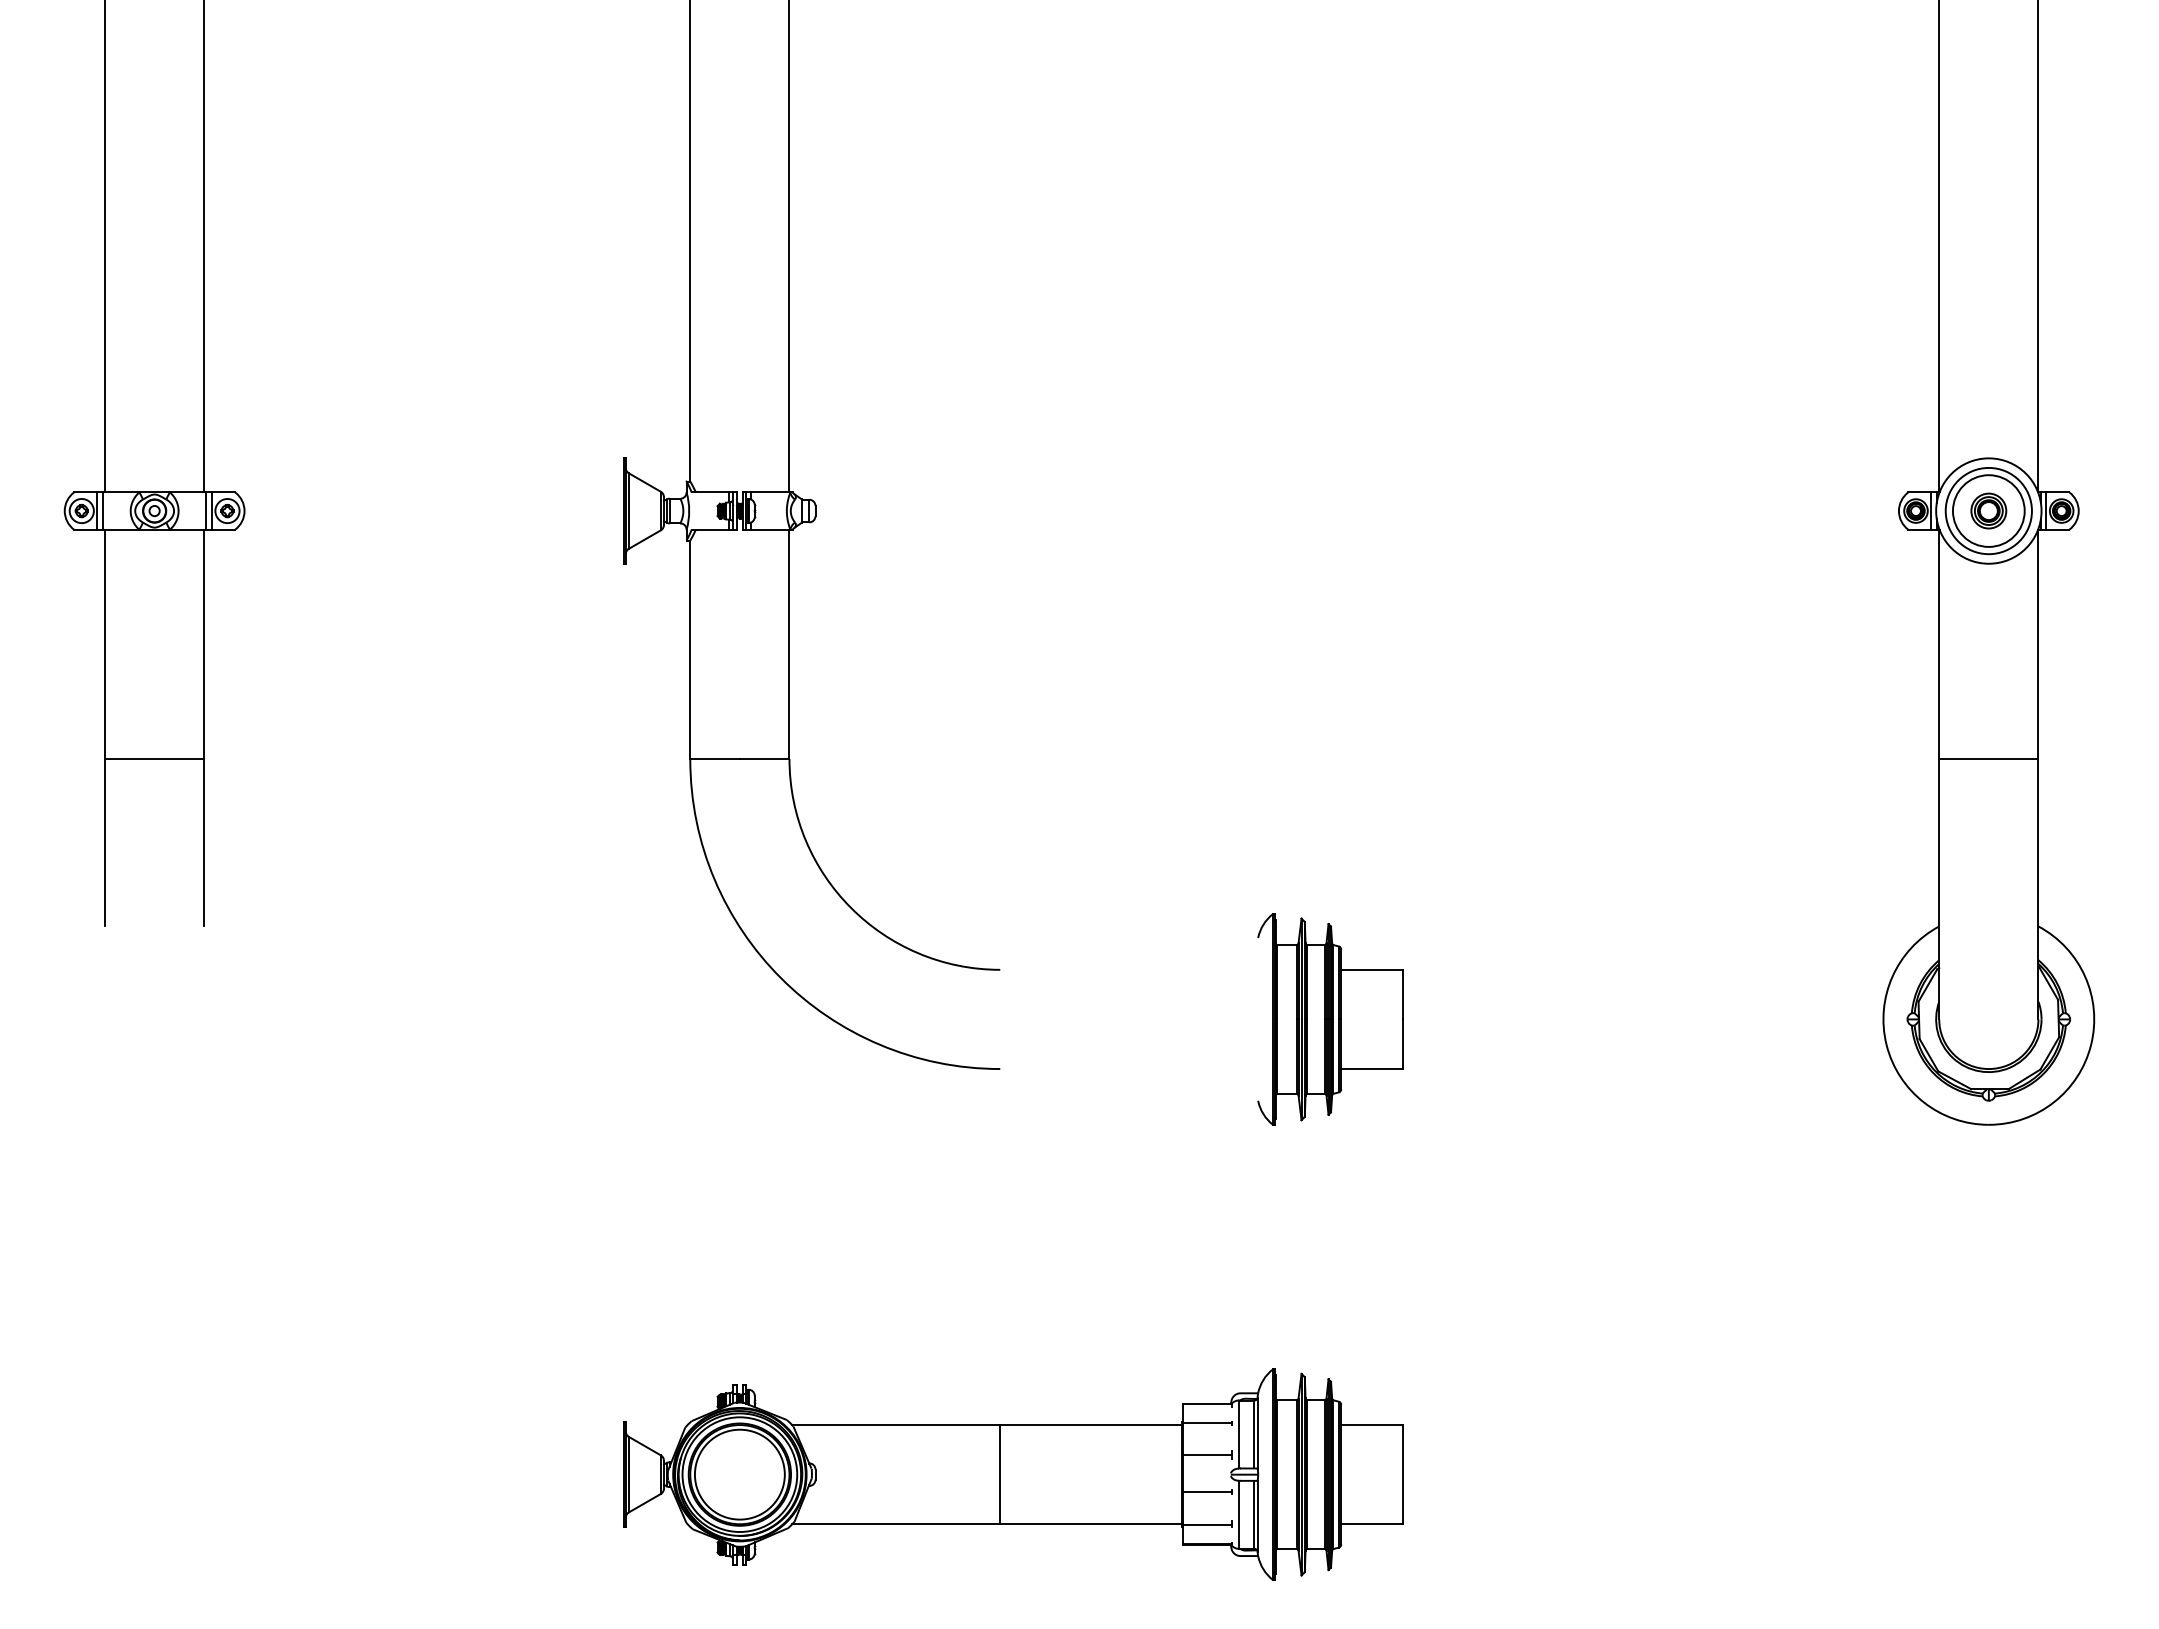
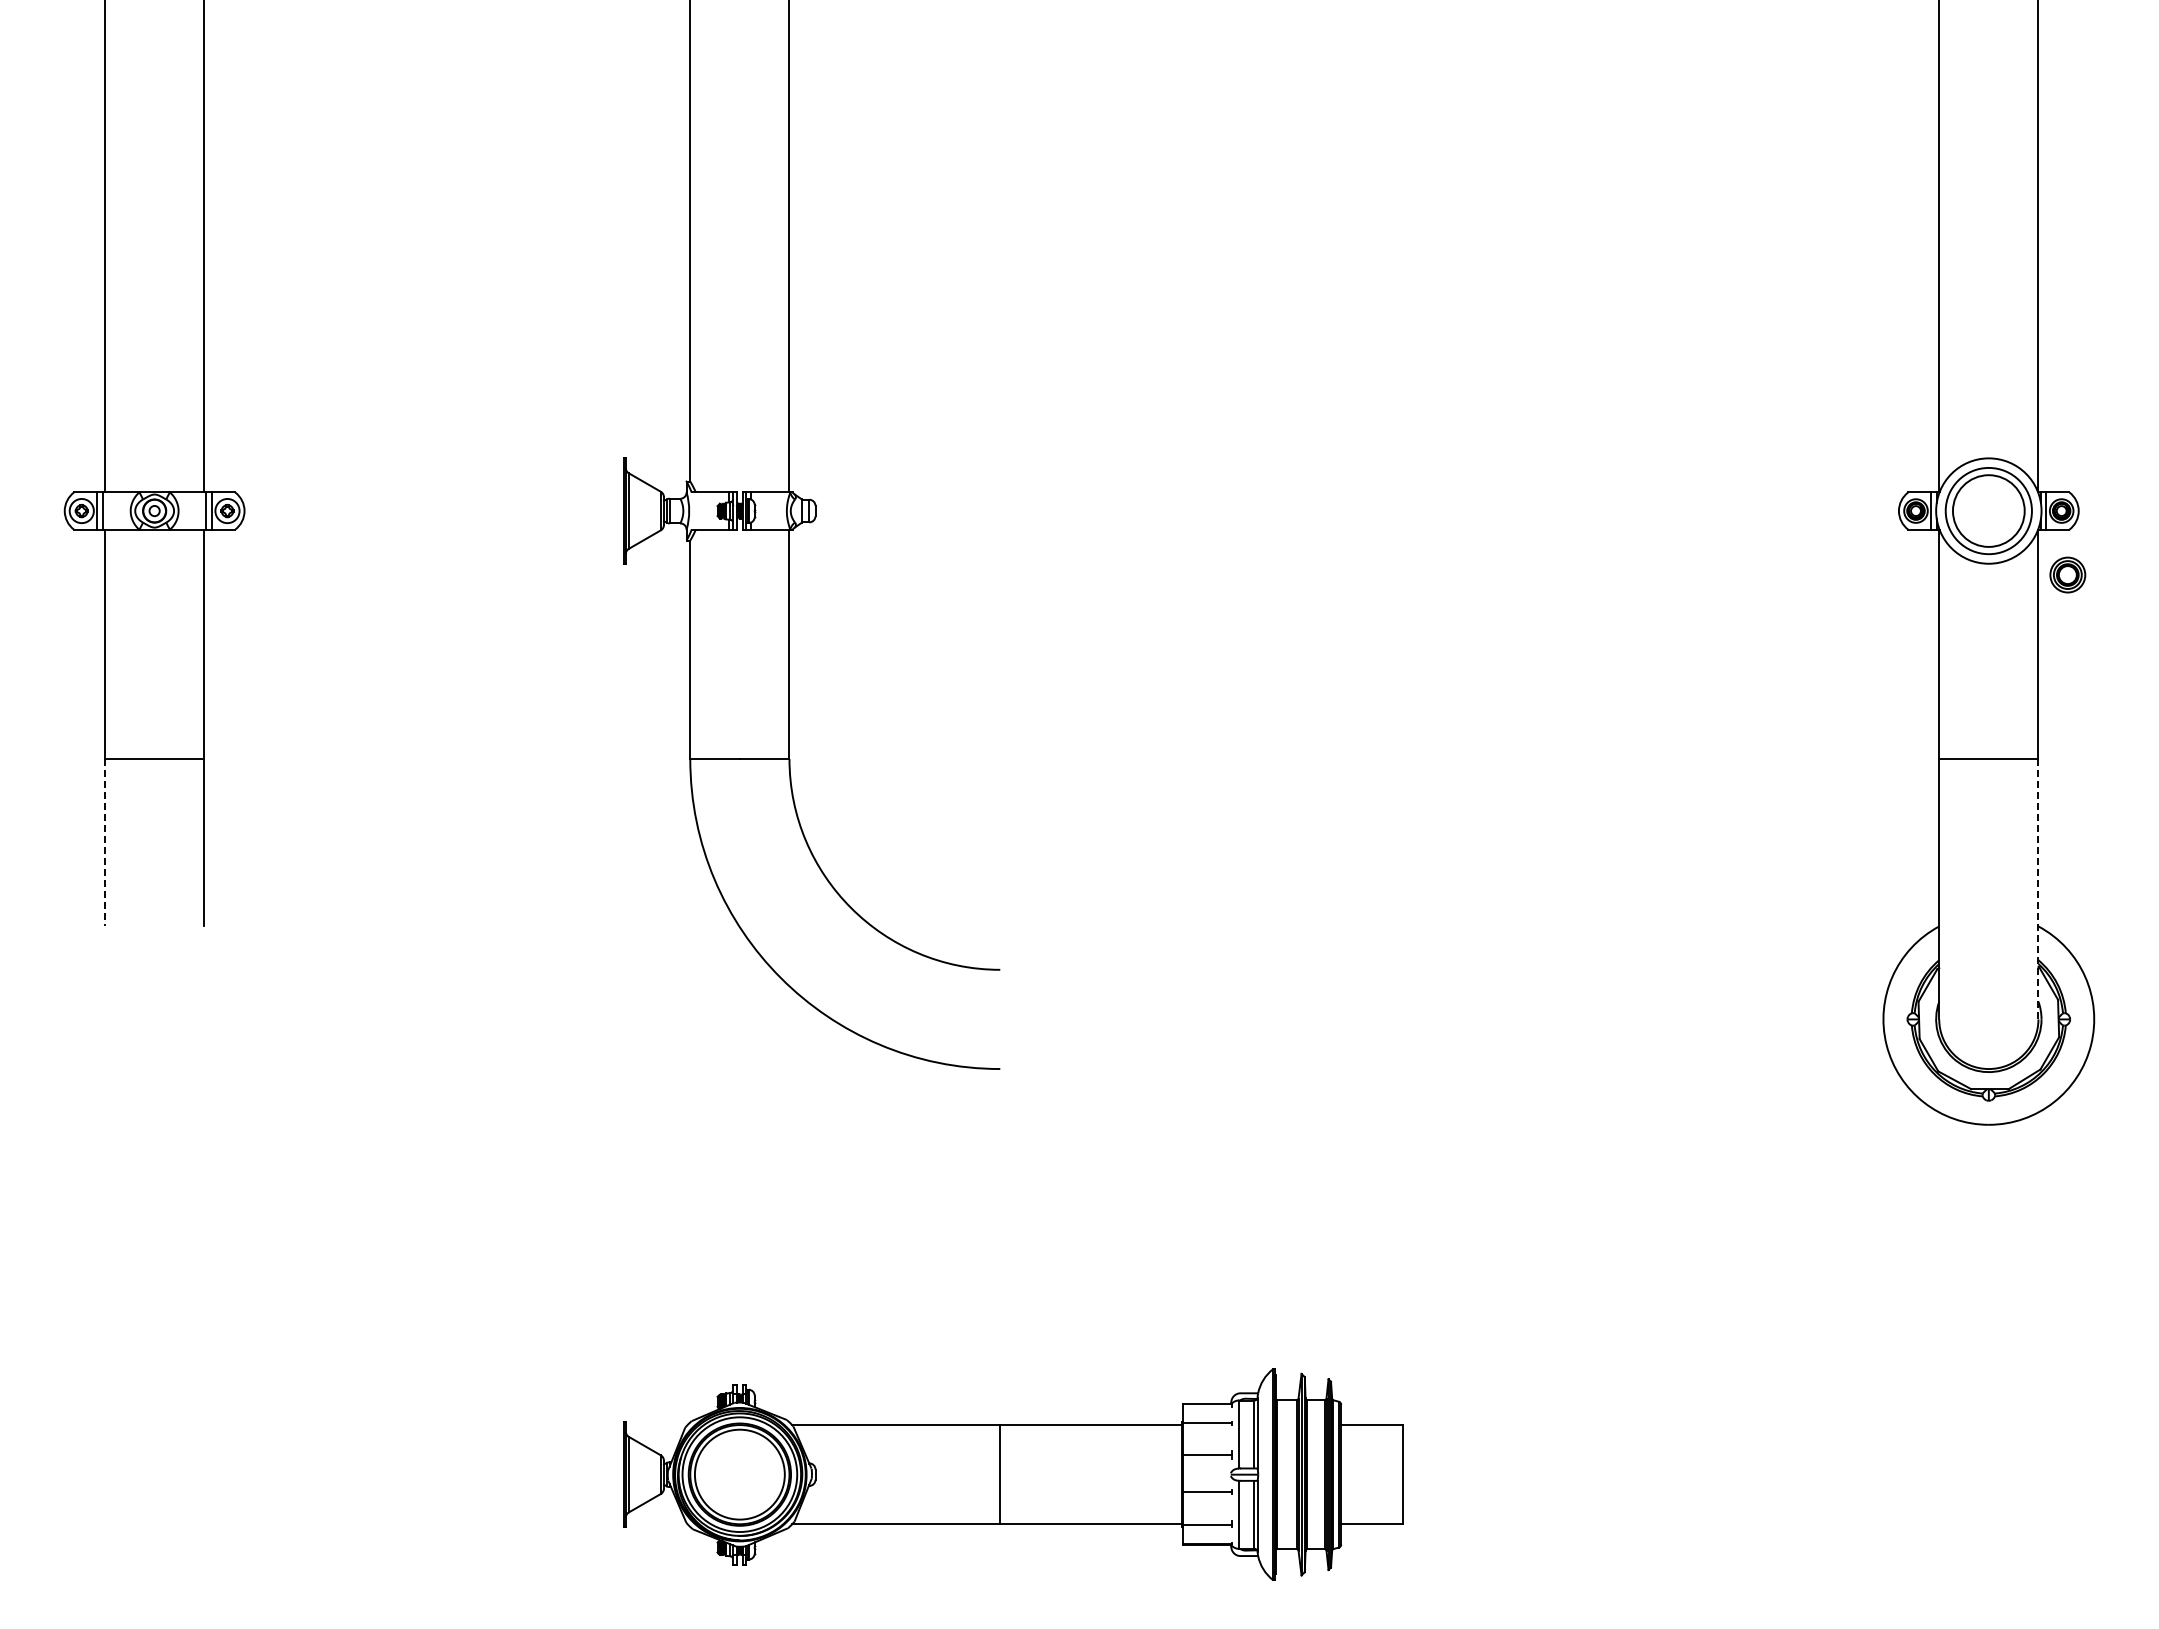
part at (1988, 510) position: (1988, 510) -> (2067, 574)
line at (105, 842): solid -> dashed
line at (2038, 888): solid -> dashed
part at (1330, 1019): present -> none
